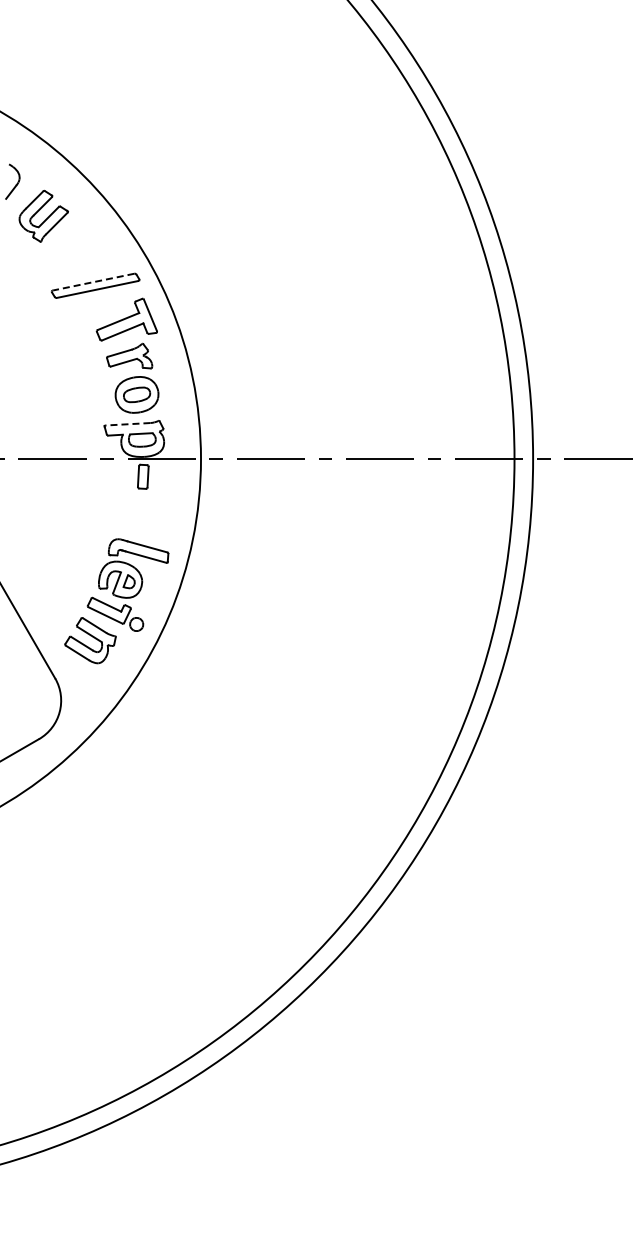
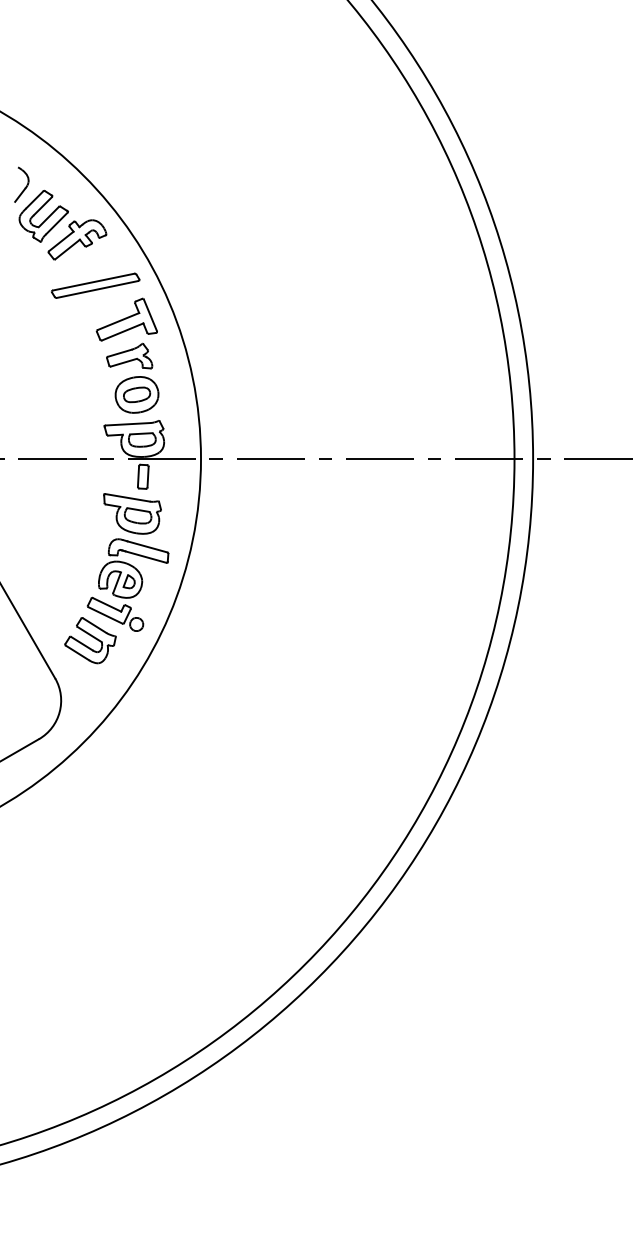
part at (12, 181) position: (12, 181) -> (21, 184)
part at (77, 239): none -> present
line at (93, 282): dashed -> solid
line at (127, 424): dashed -> solid
part at (132, 513): none -> present
